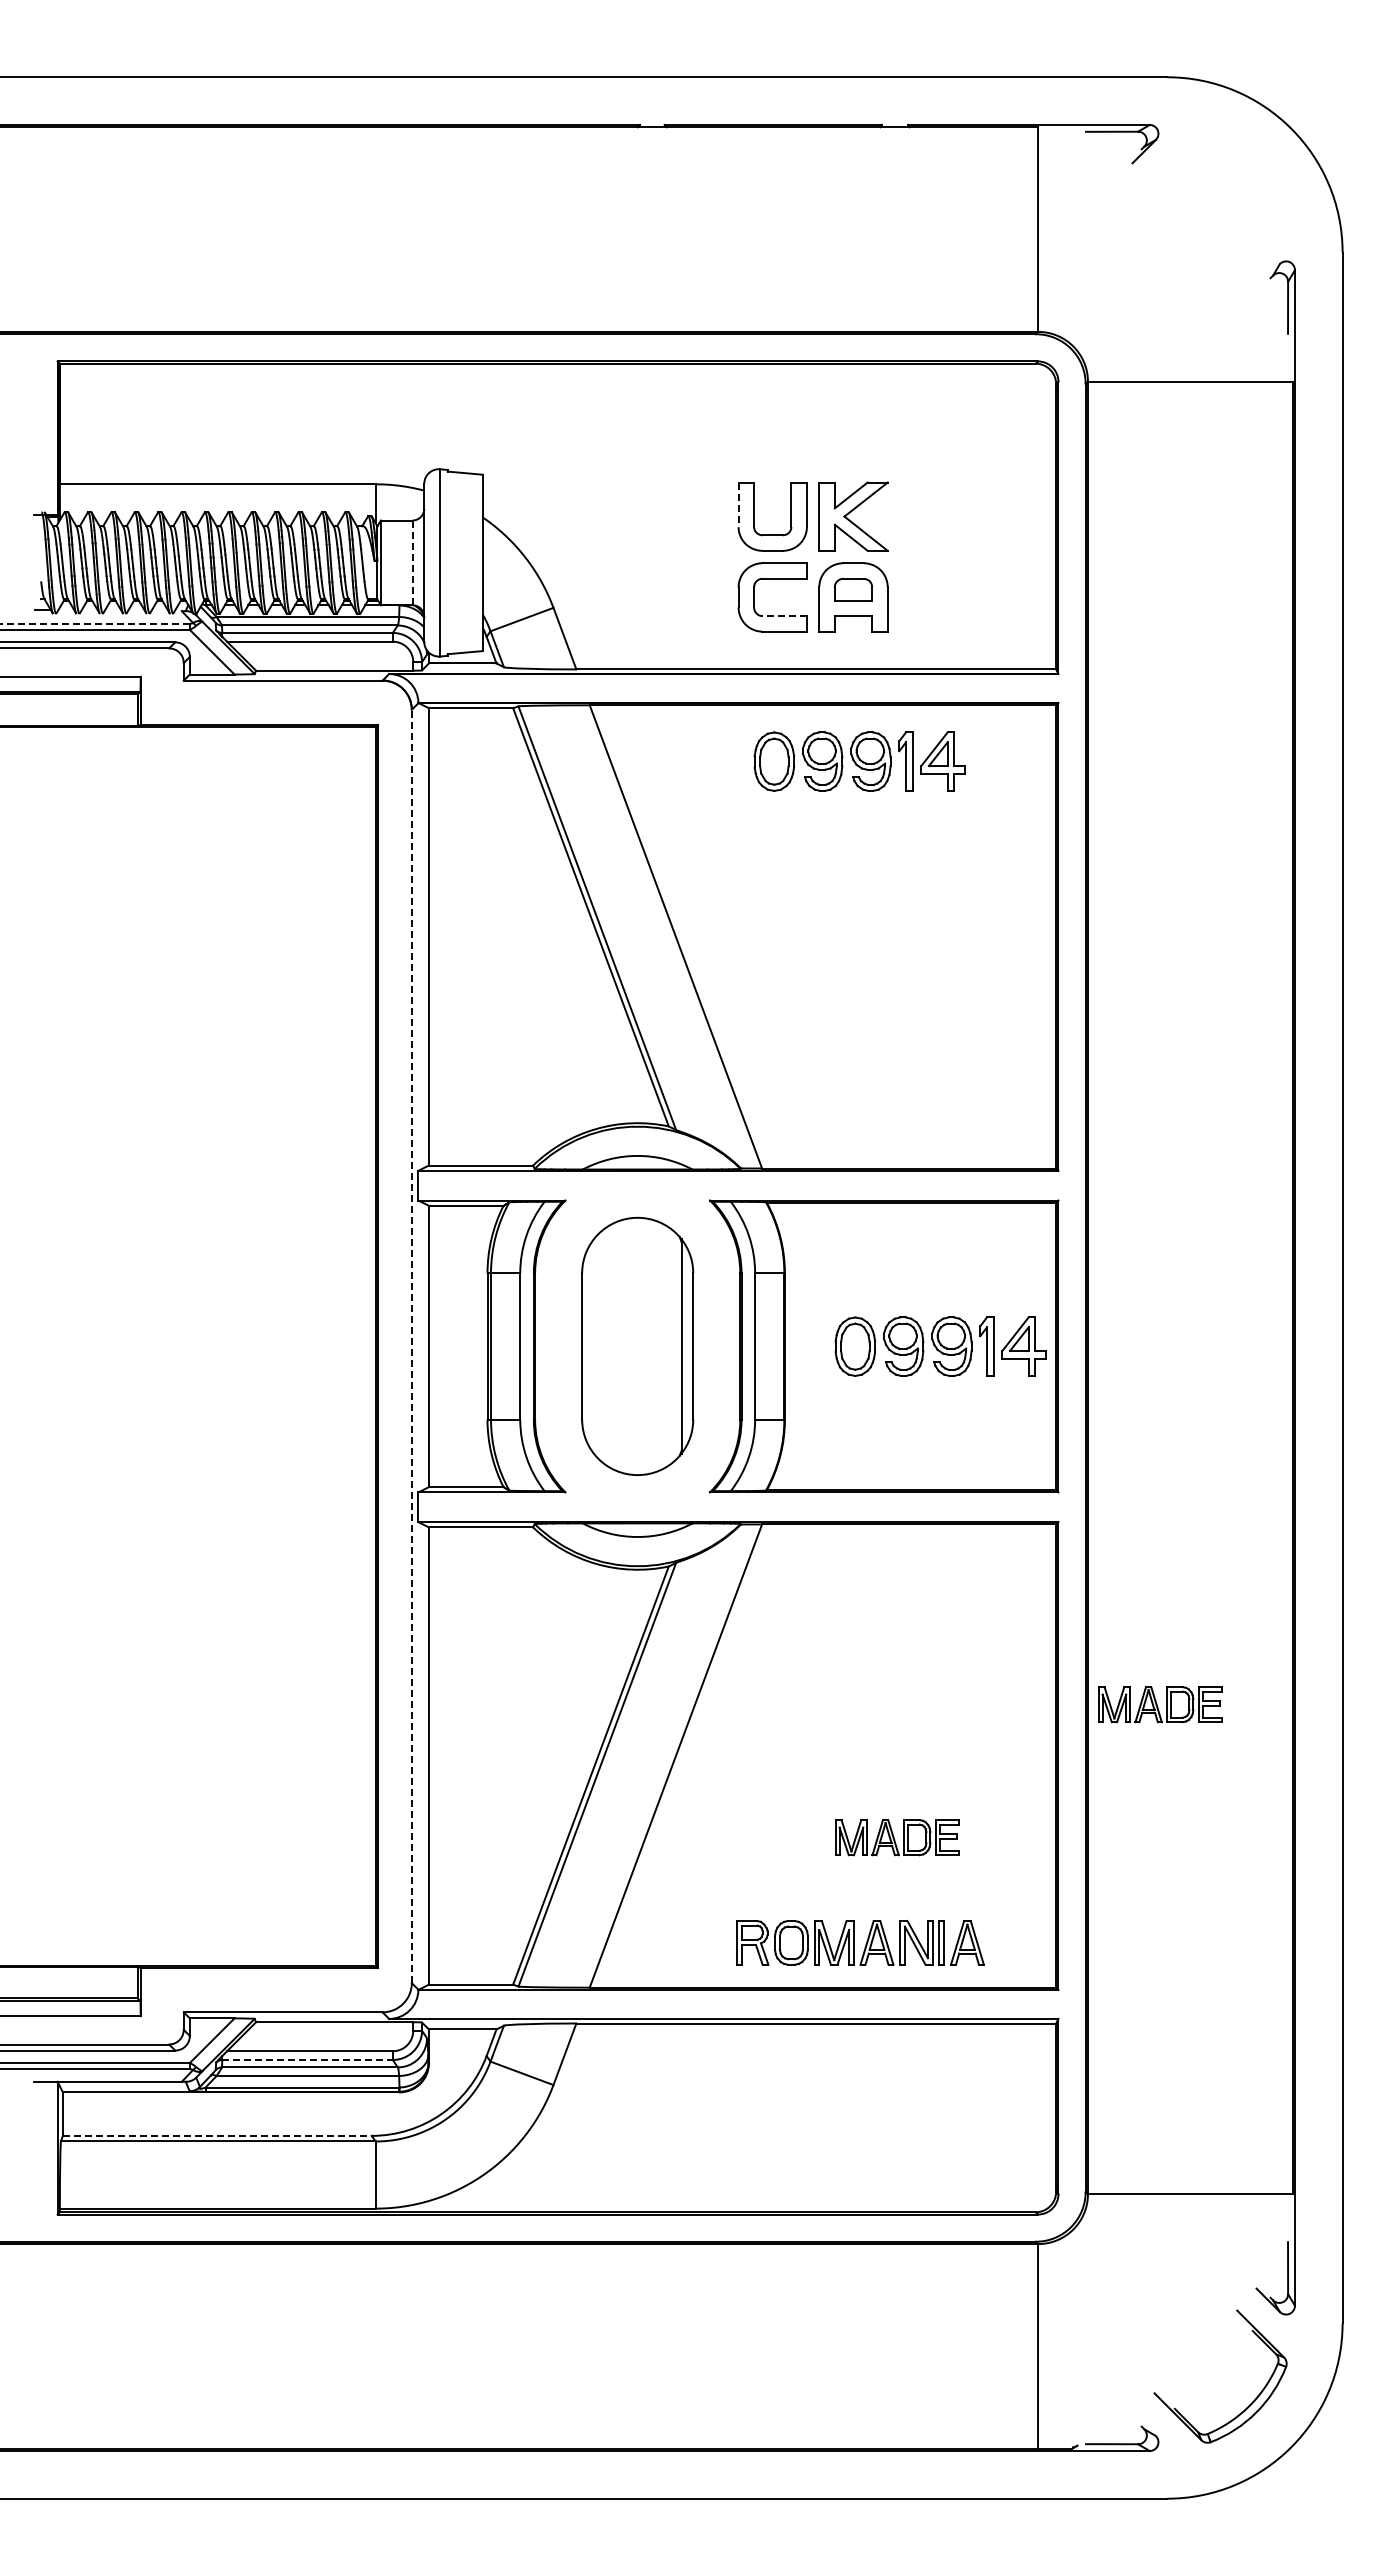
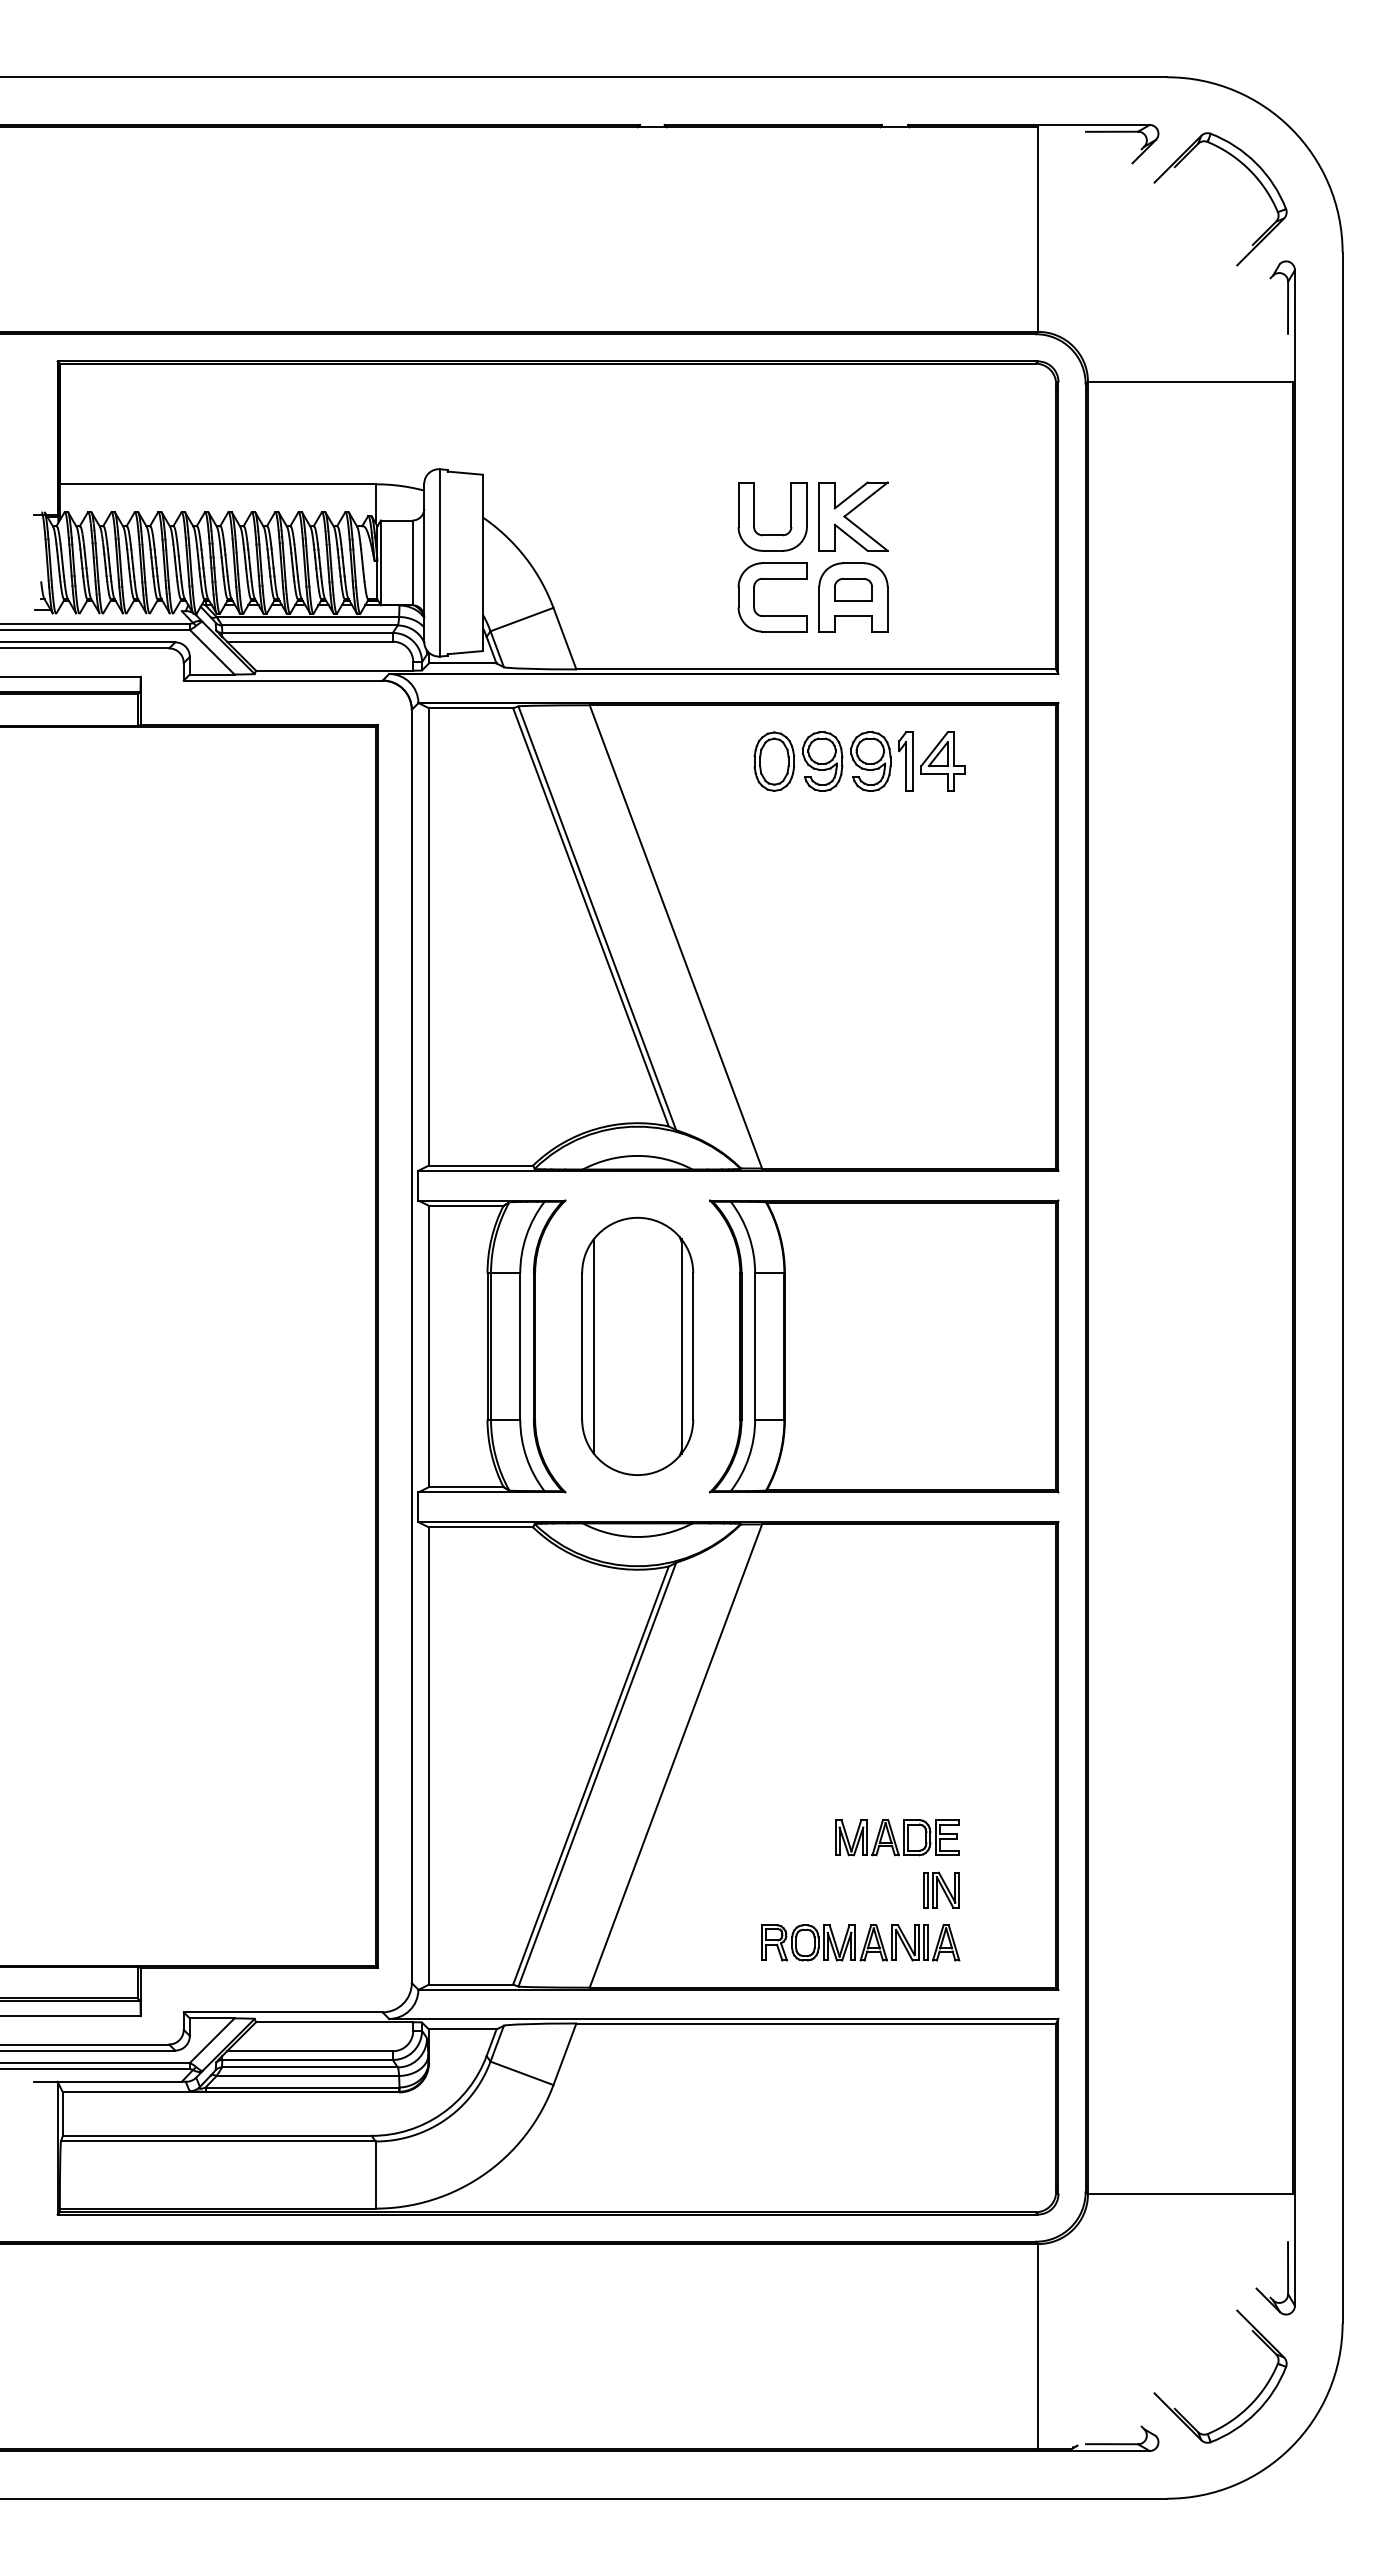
part at (1248, 170): none -> present
line at (738, 505): dashed -> solid
line at (412, 562): dashed -> solid
line at (784, 616): dashed -> solid
line at (95, 623): dashed -> solid
line at (411, 1346): dashed -> solid
line at (593, 1346): none -> present
part at (940, 1346): present -> none
part at (1160, 1704): present -> none
part at (941, 1889): none -> present
part at (860, 1942) size: 249x47 px -> 200x38 px
line at (308, 2059): dashed -> solid
line at (217, 2135): dashed -> solid
